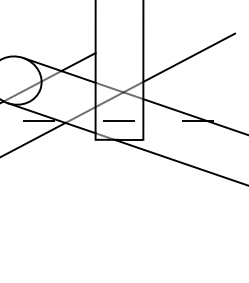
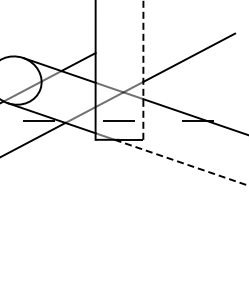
line at (143, 69): solid -> dashed
line at (181, 162): solid -> dashed
